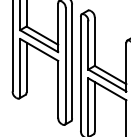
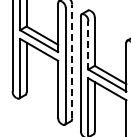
line at (88, 44): solid -> dashed
line at (72, 61): solid -> dashed
